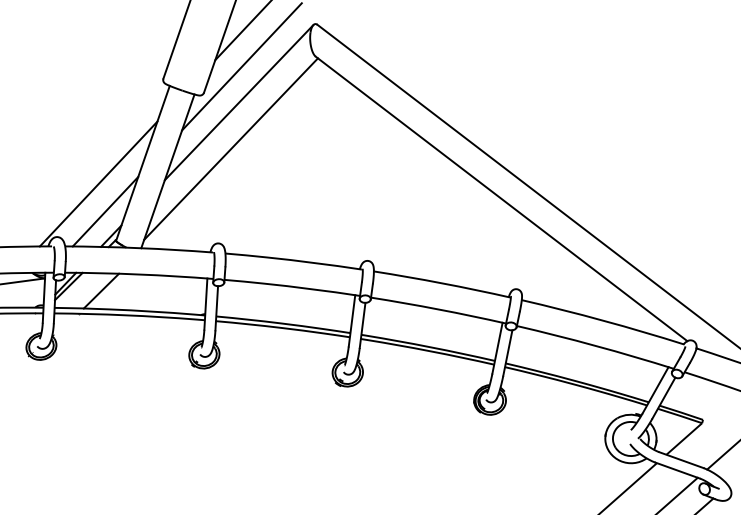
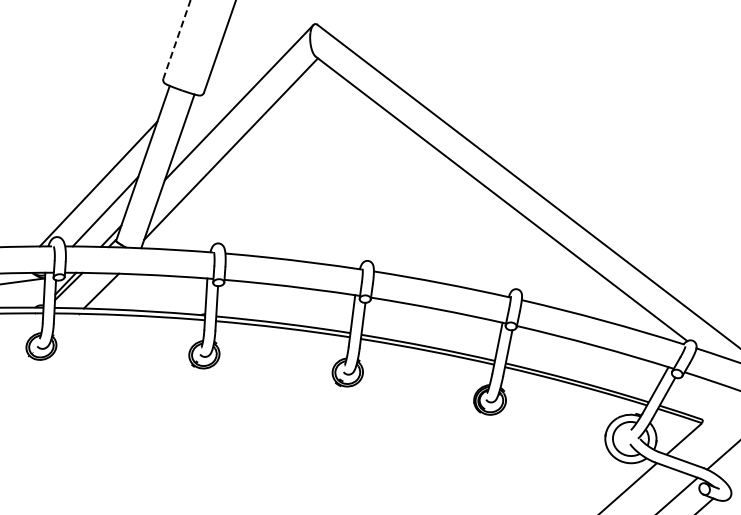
line at (242, 31): present -> none
line at (176, 40): solid -> dashed
line at (241, 66): present -> none
